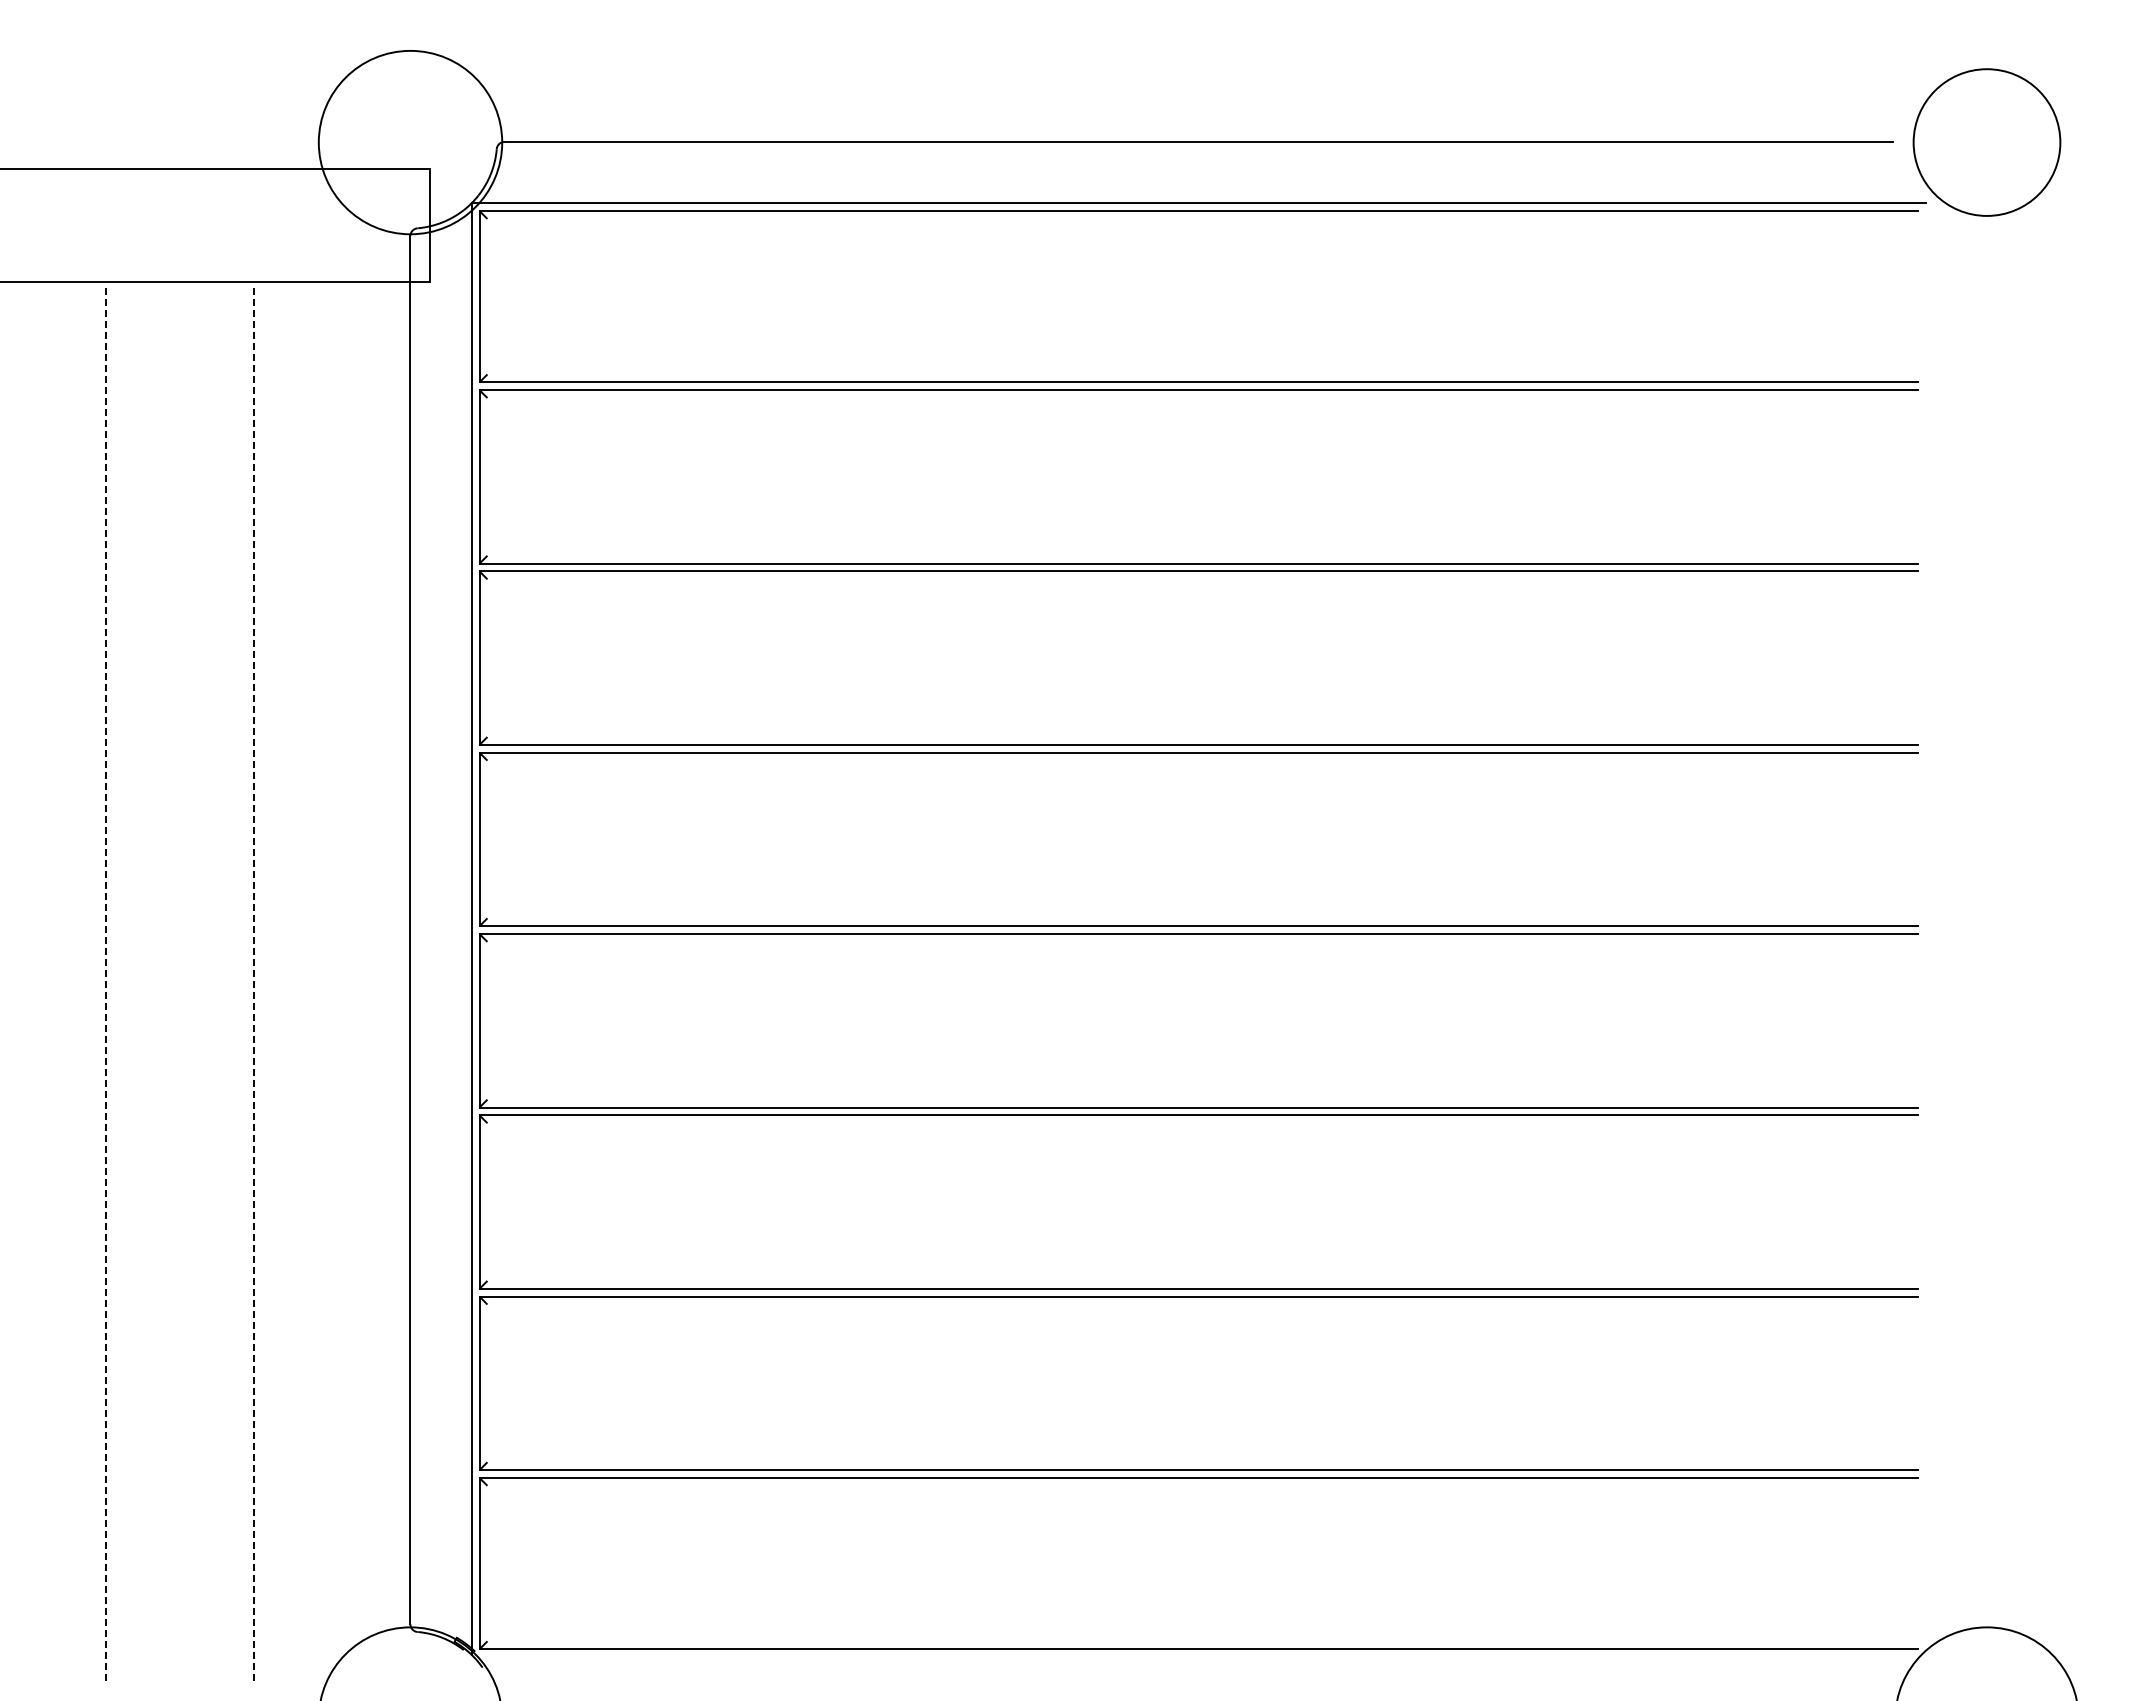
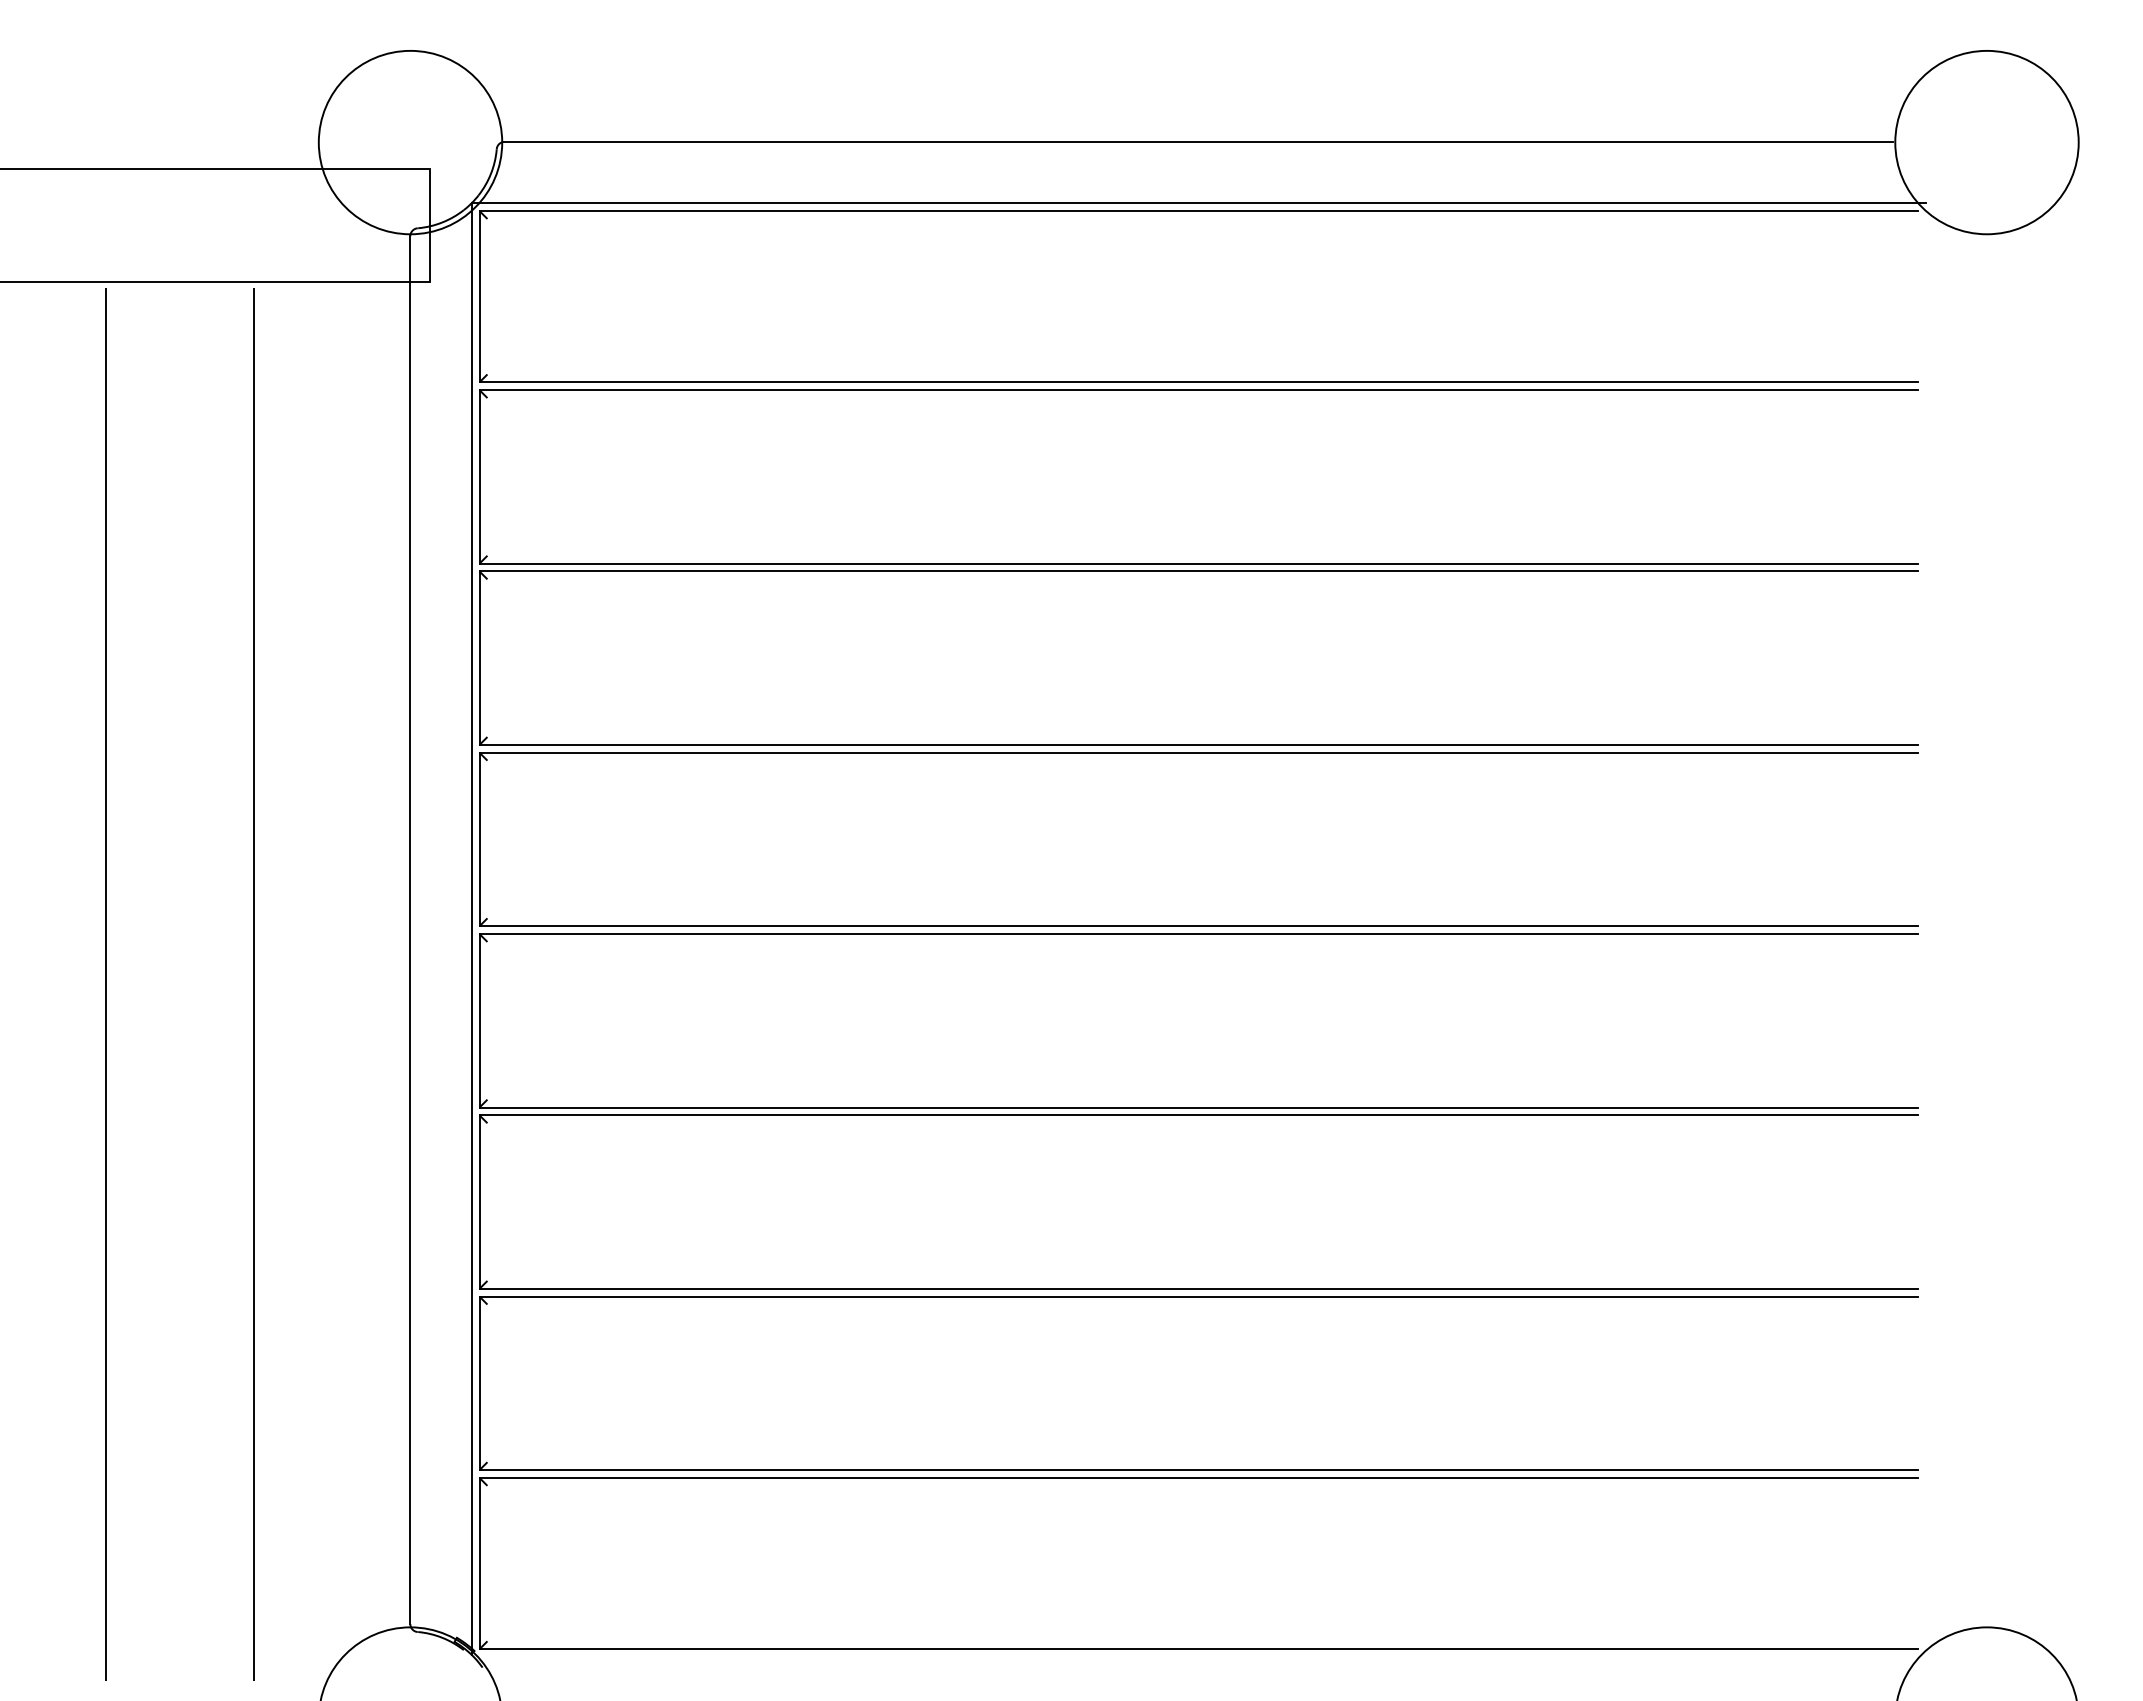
circle at (1986, 142) diameter: 147 px -> 183 px
line at (106, 984): dashed -> solid
line at (253, 984): dashed -> solid
